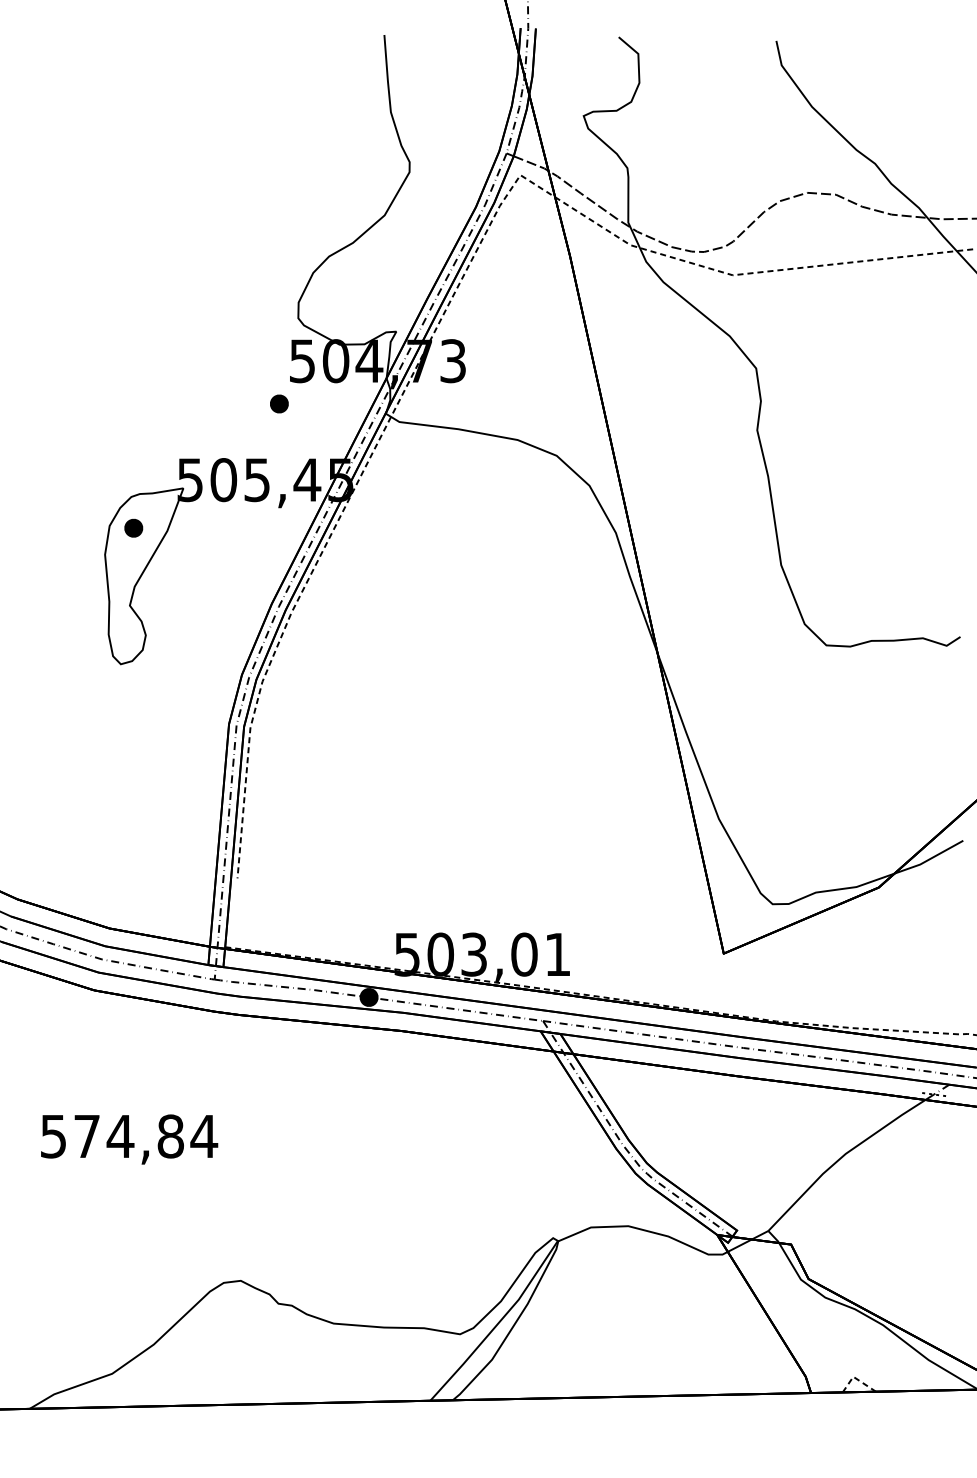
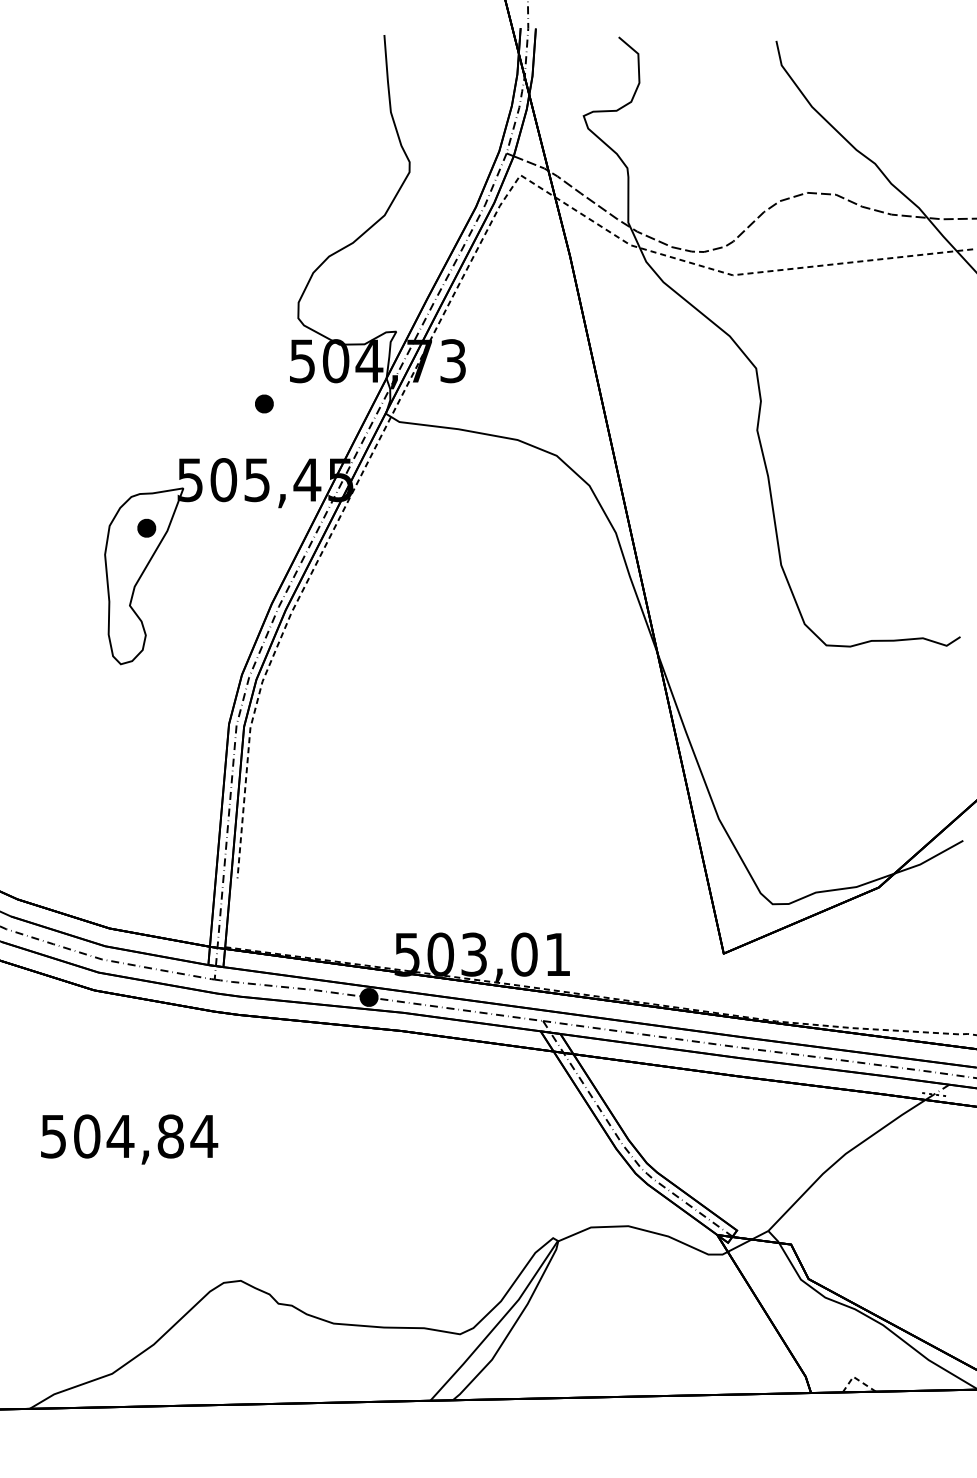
part at (279, 403) position: (279, 403) -> (264, 403)
part at (133, 527) position: (133, 527) -> (146, 527)
text at (87, 1136): 574,84 -> 504,84
